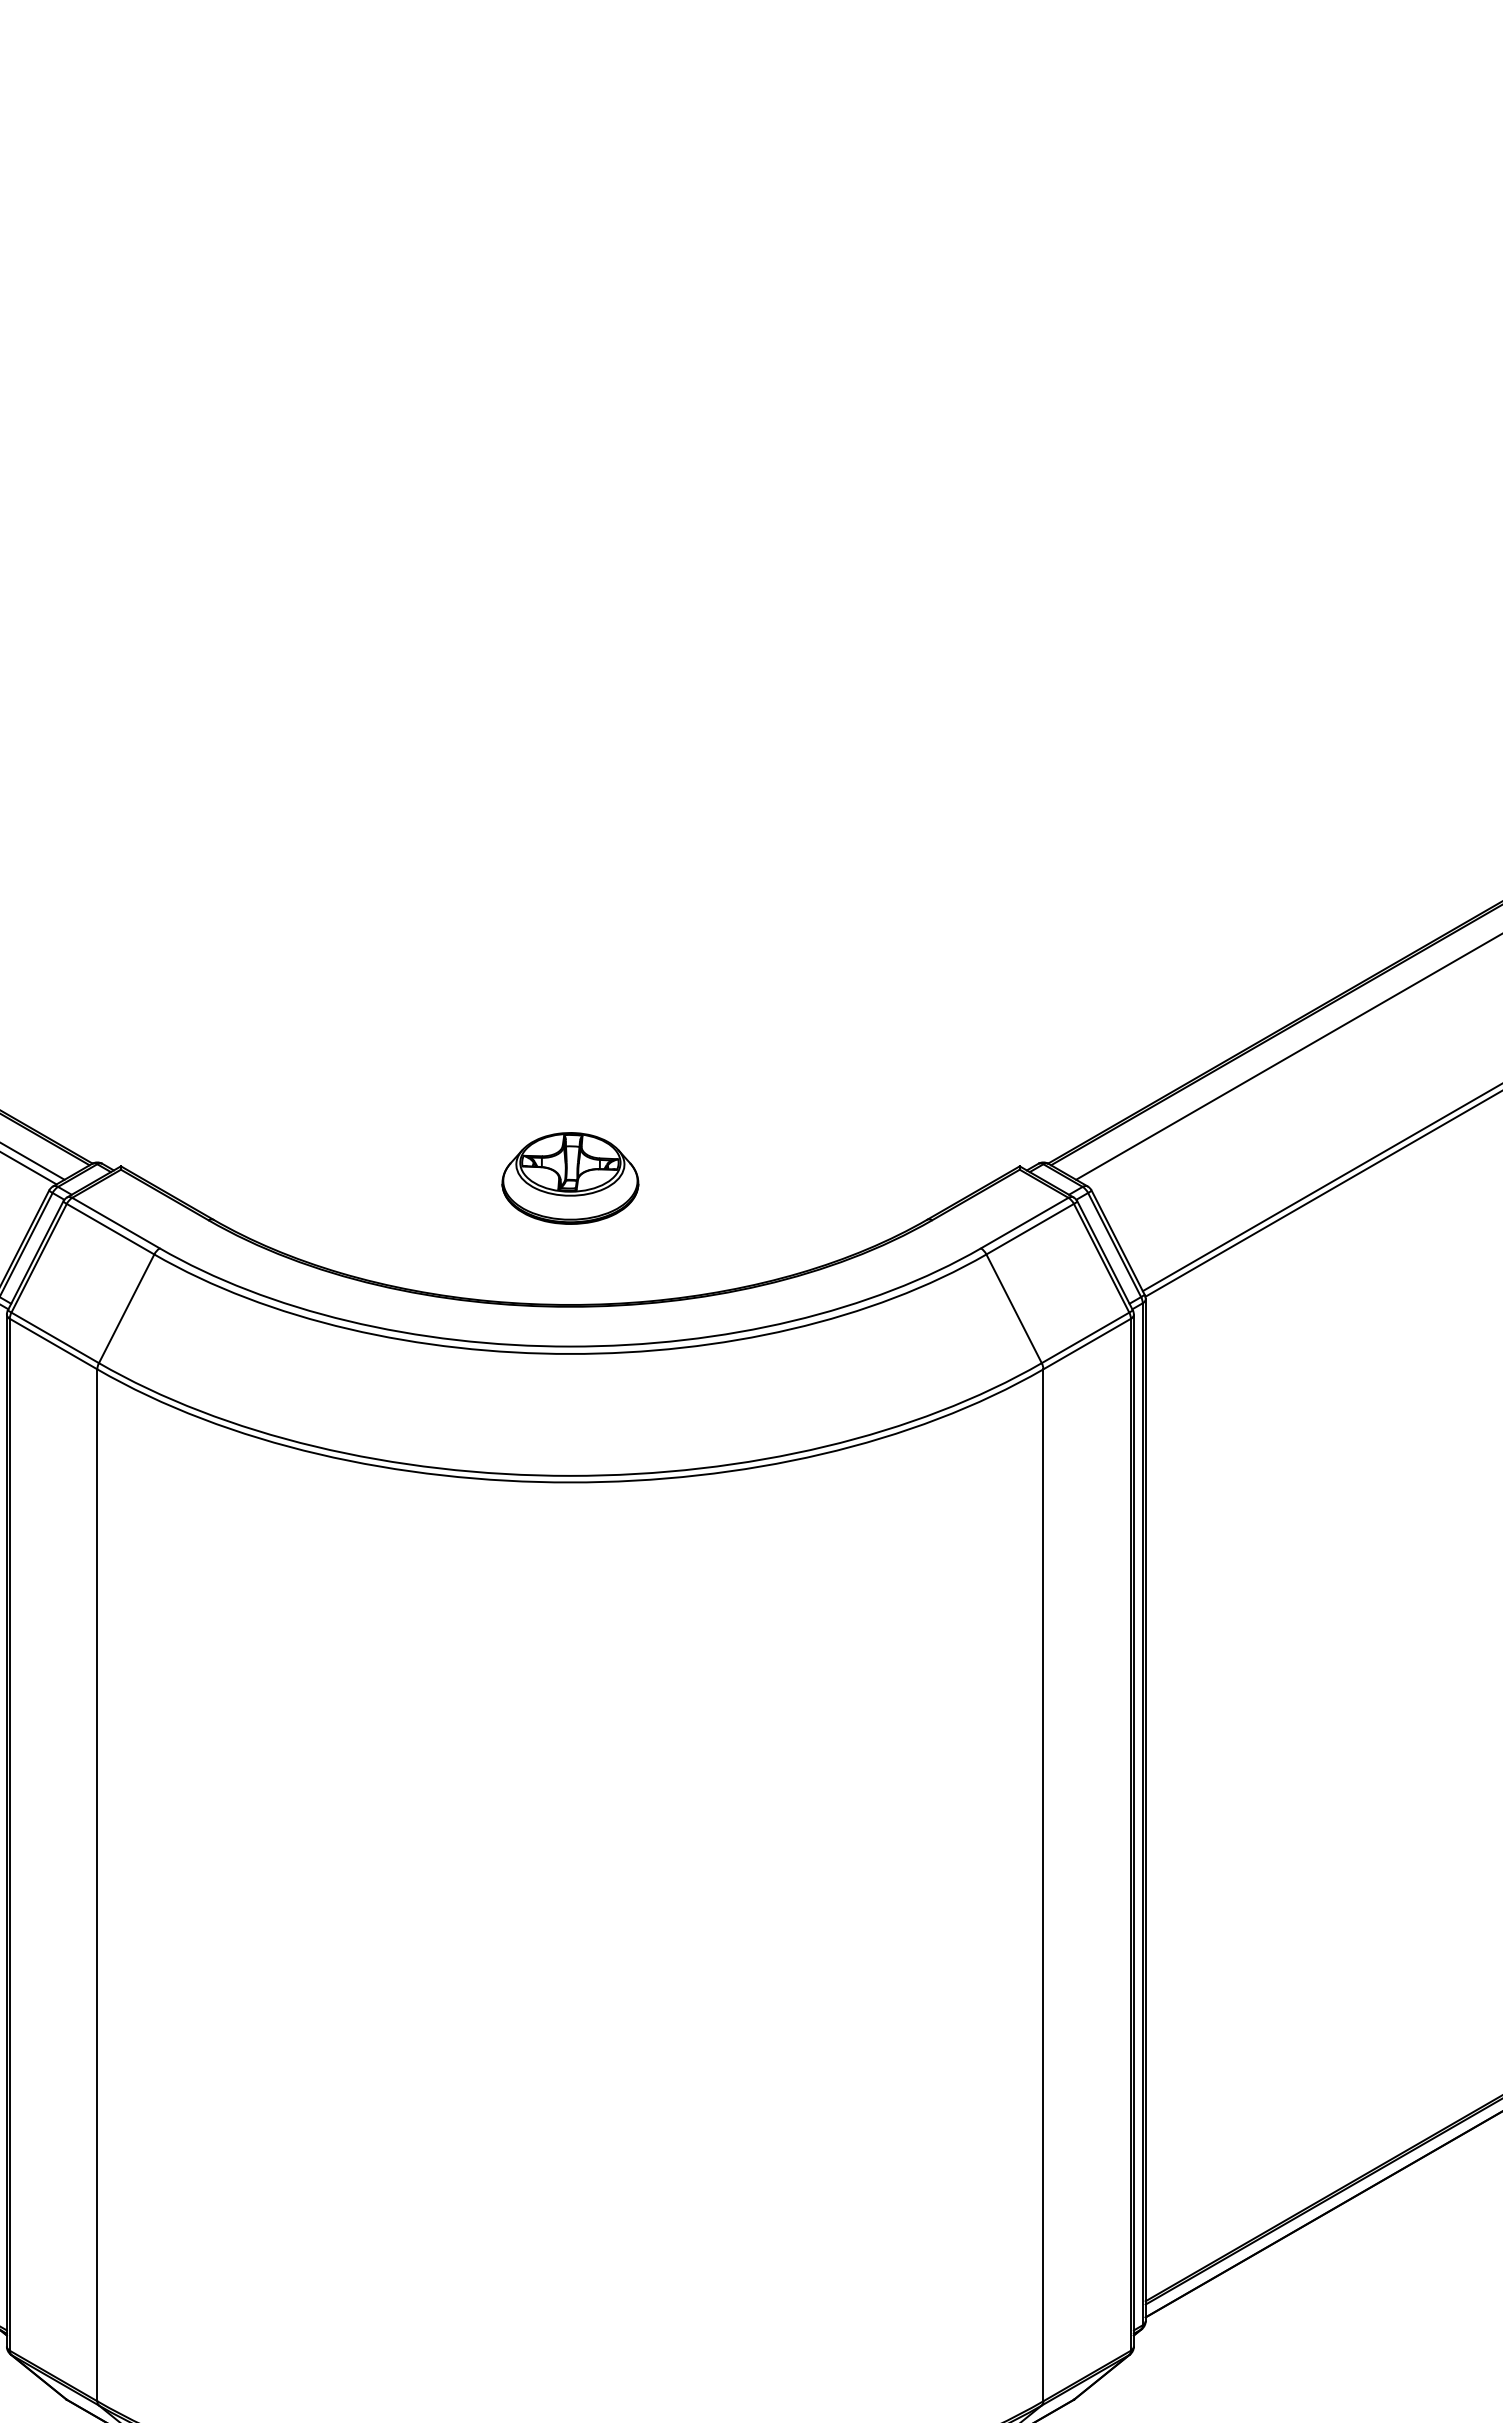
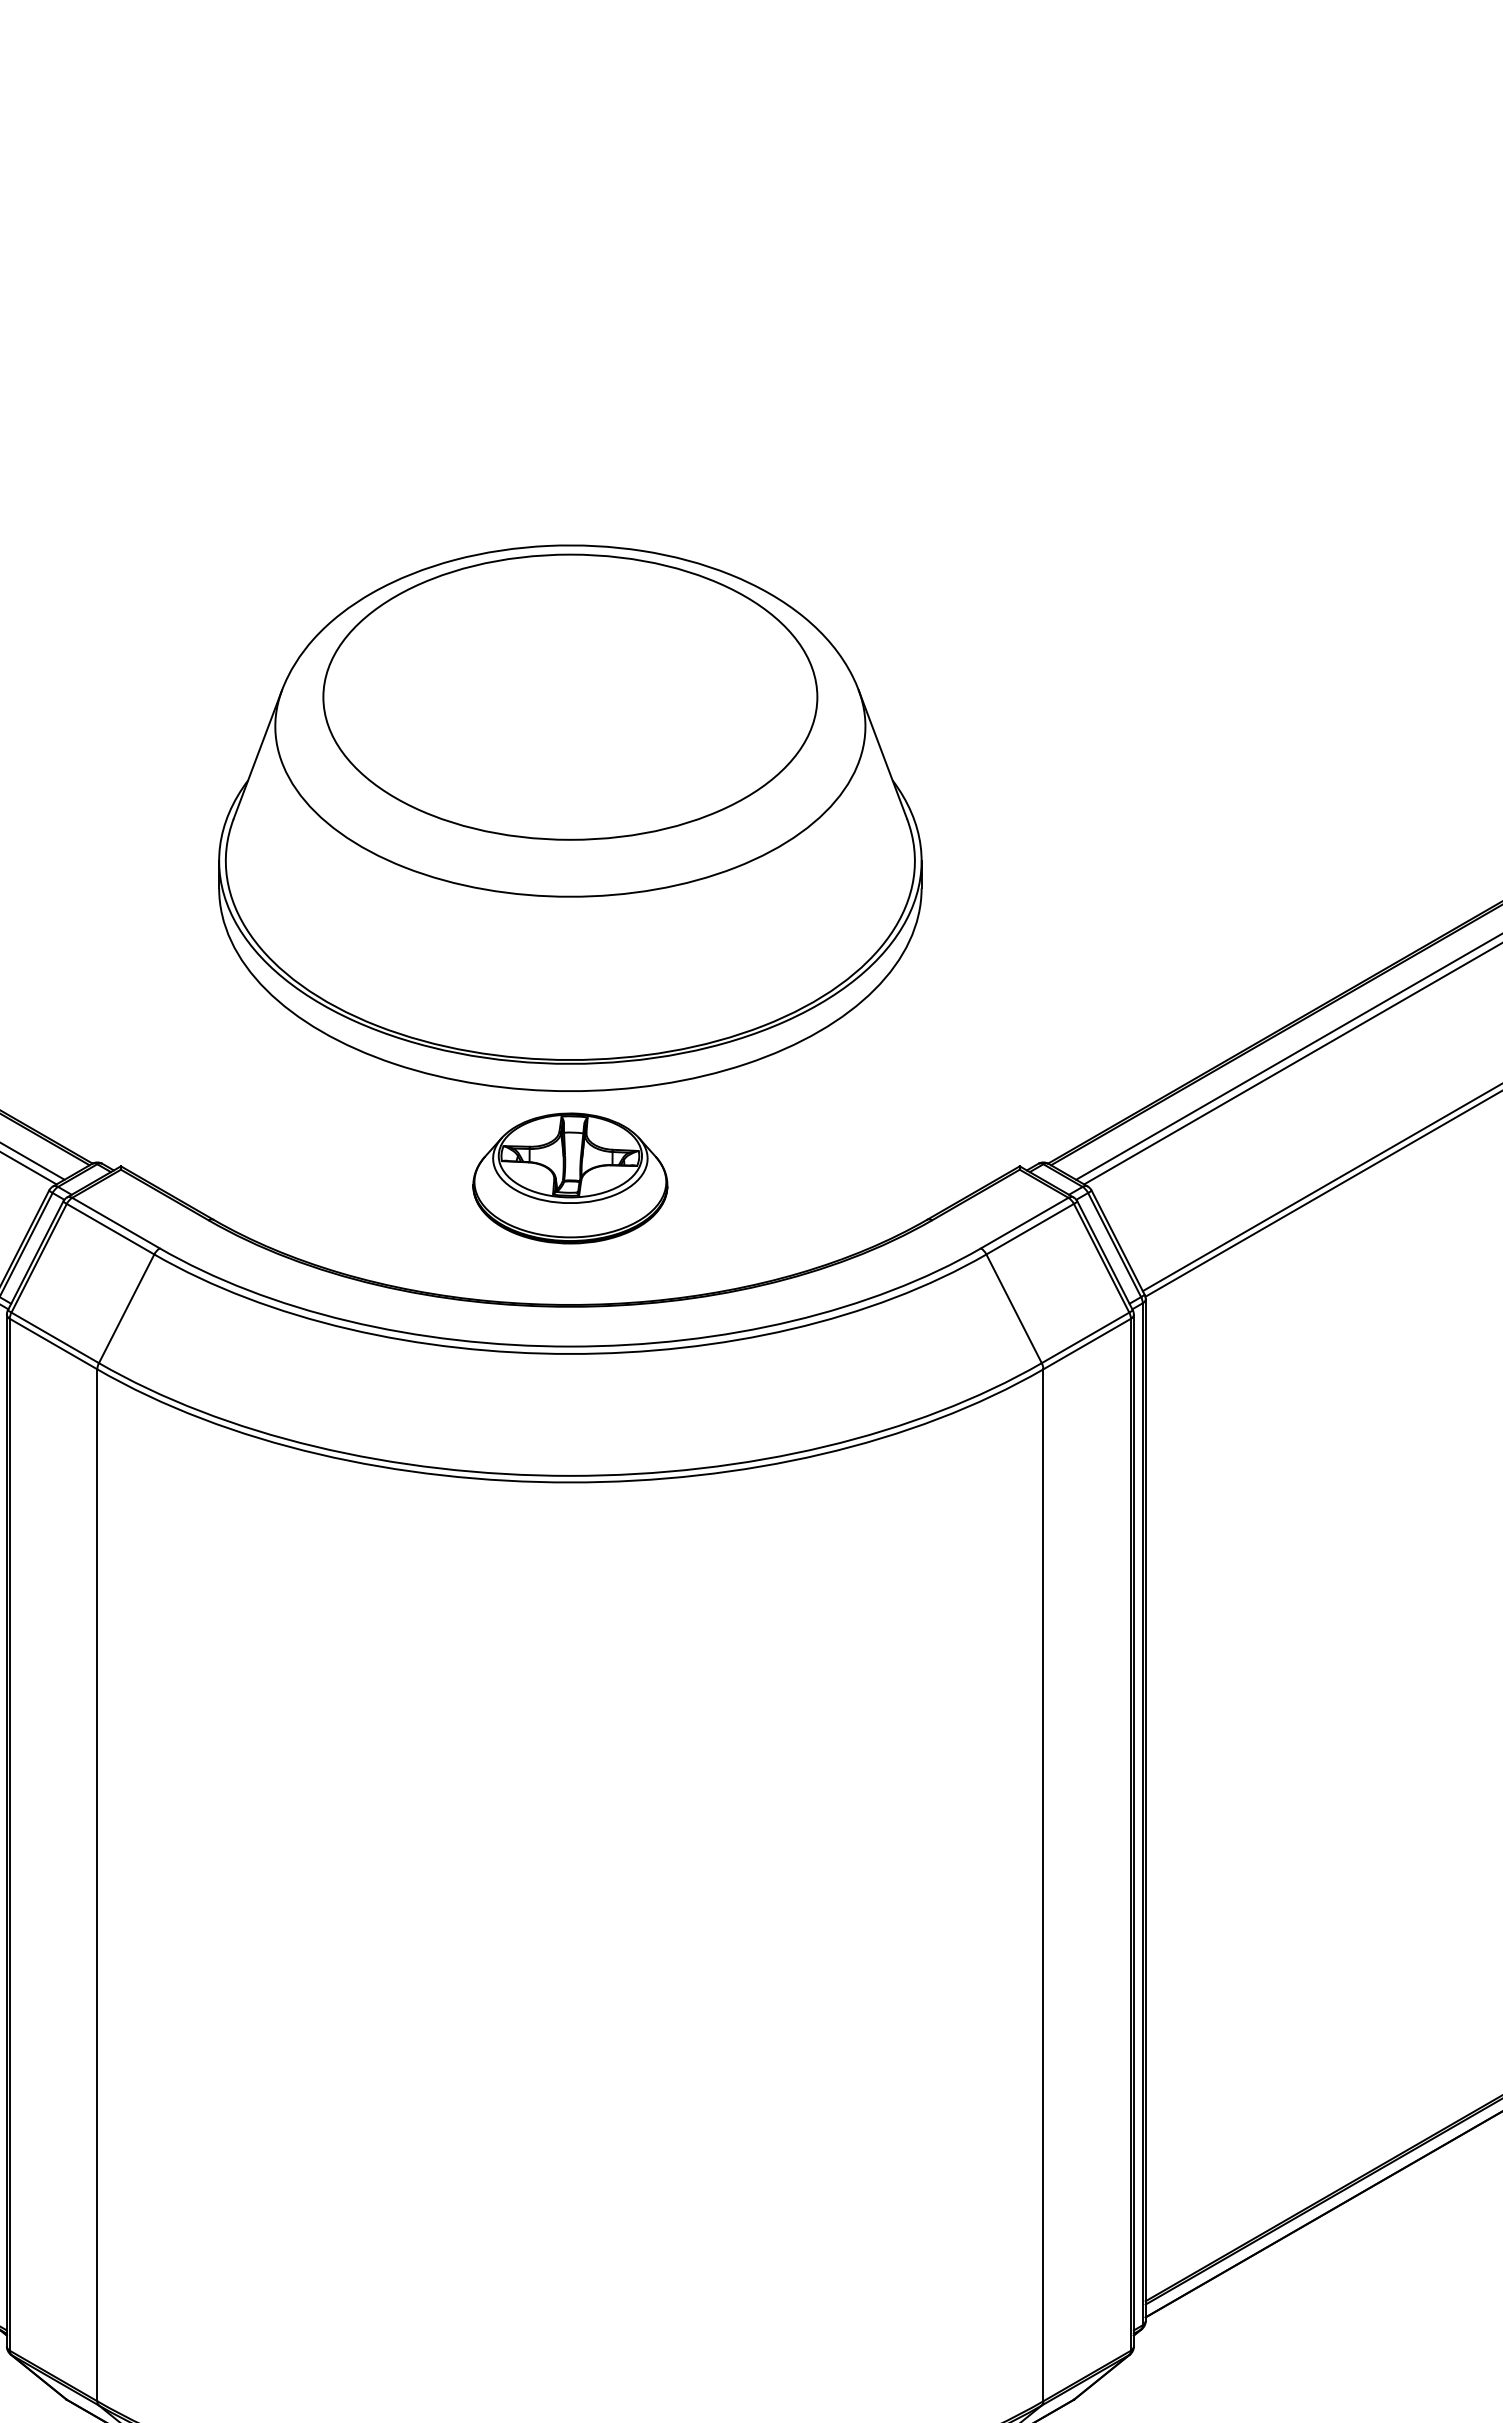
part at (570, 817): none -> present
line at (1291, 1064): none -> present
part at (570, 1178) size: 139x93 px -> 197x133 px
